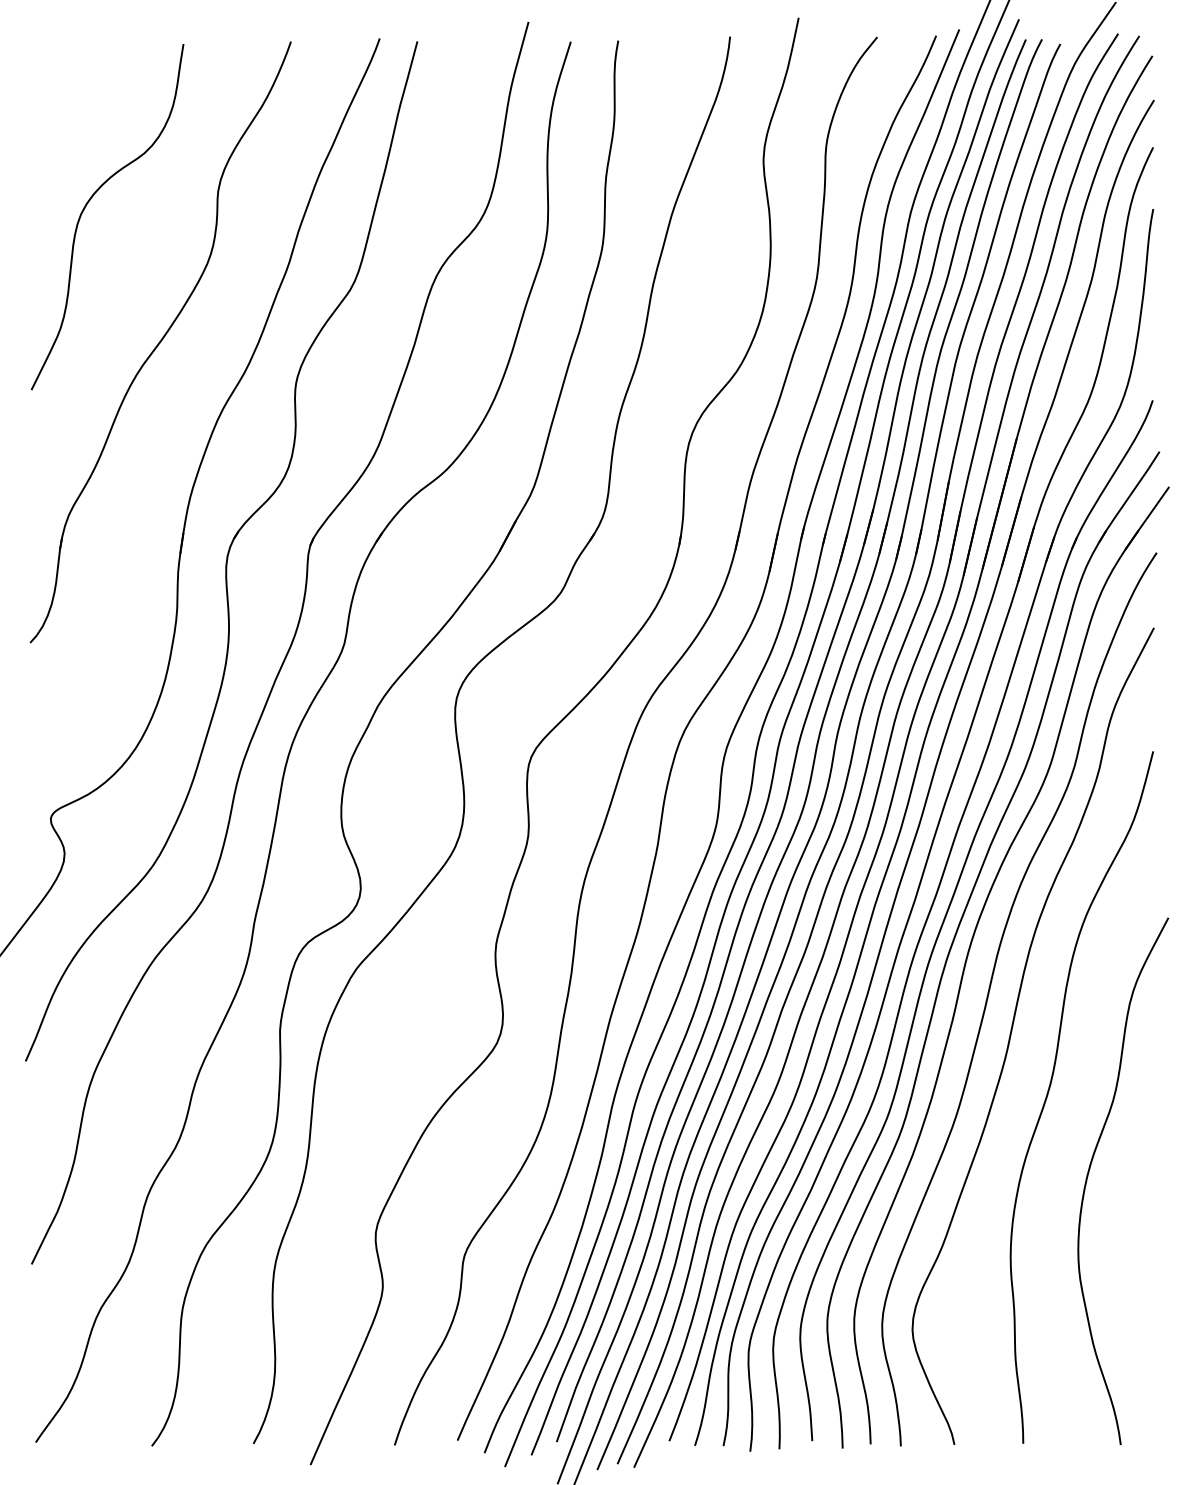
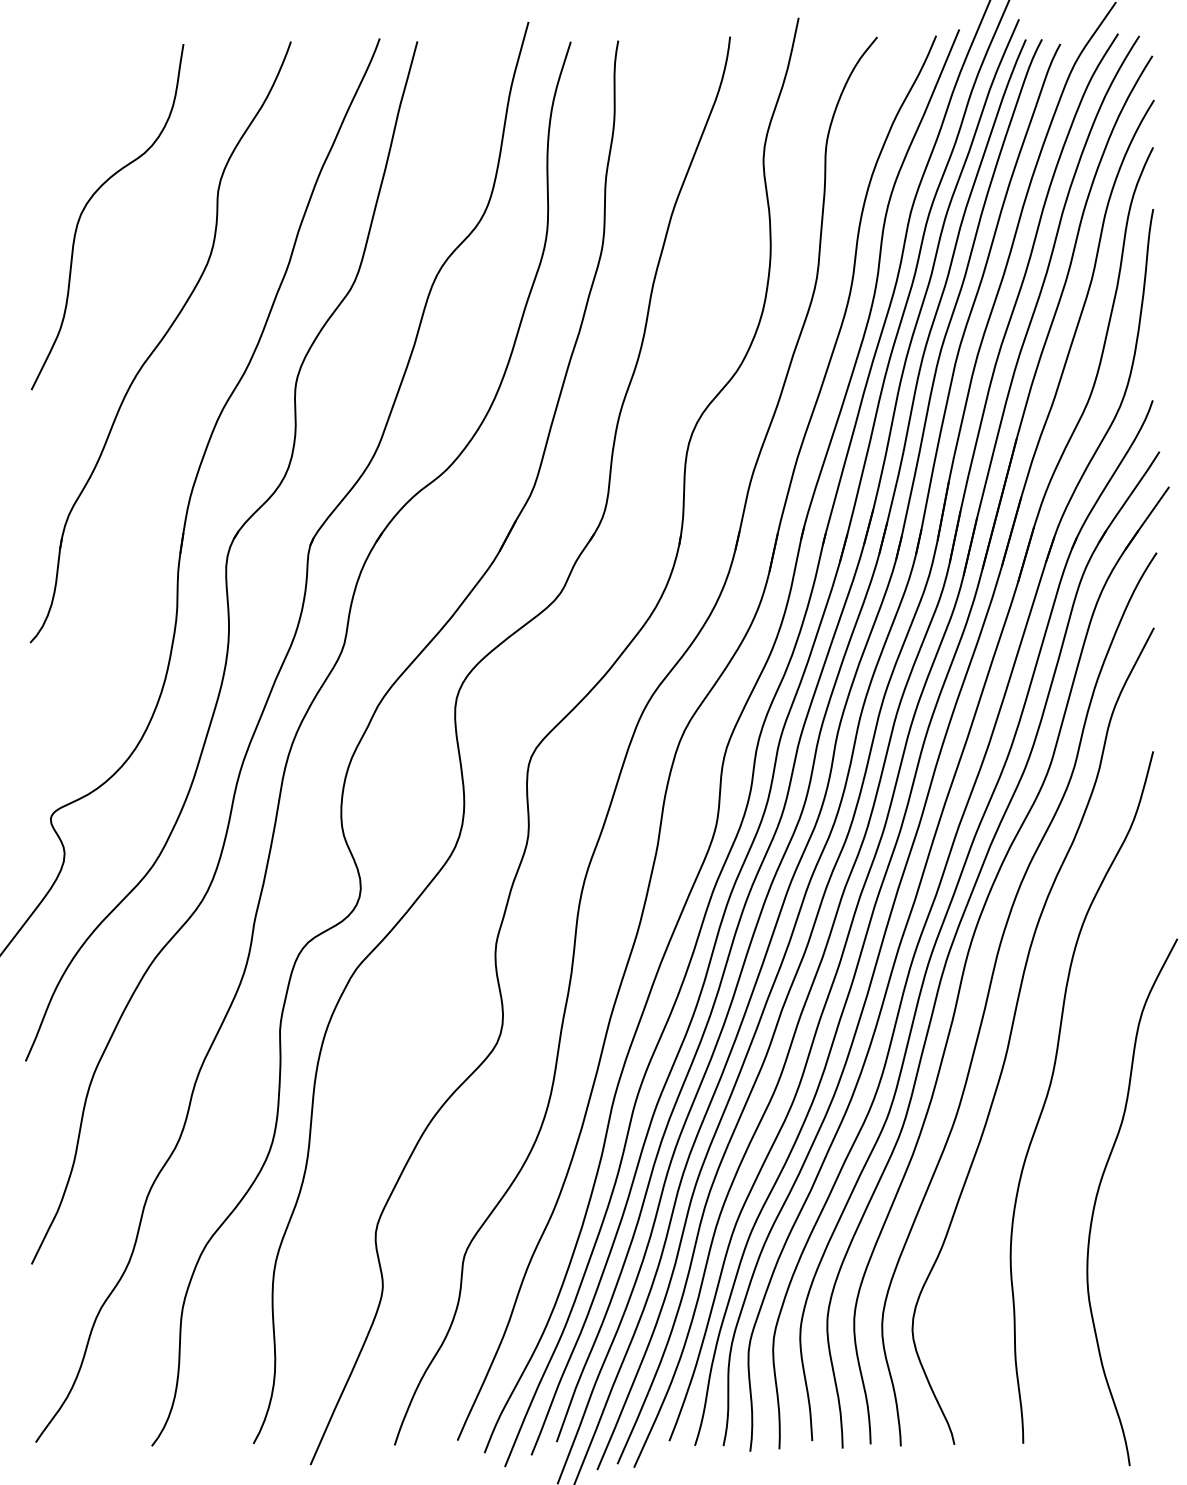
curve at (1090, 1169) position: (1090, 1169) -> (1099, 1190)
